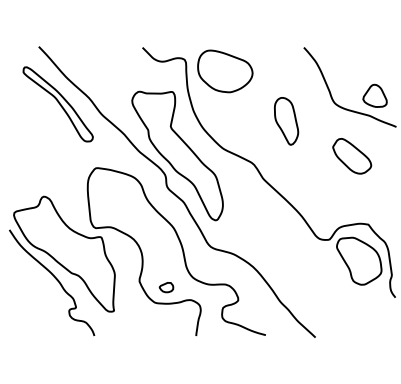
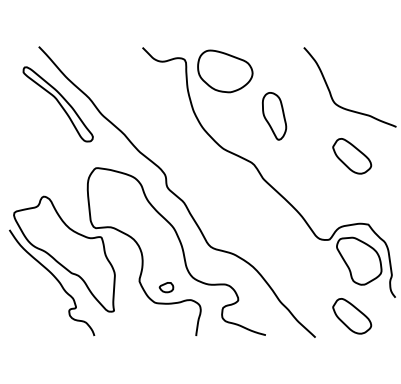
part at (374, 95): present -> none
part at (286, 121) position: (286, 121) -> (274, 116)
part at (177, 155): present -> none
part at (352, 316): none -> present
